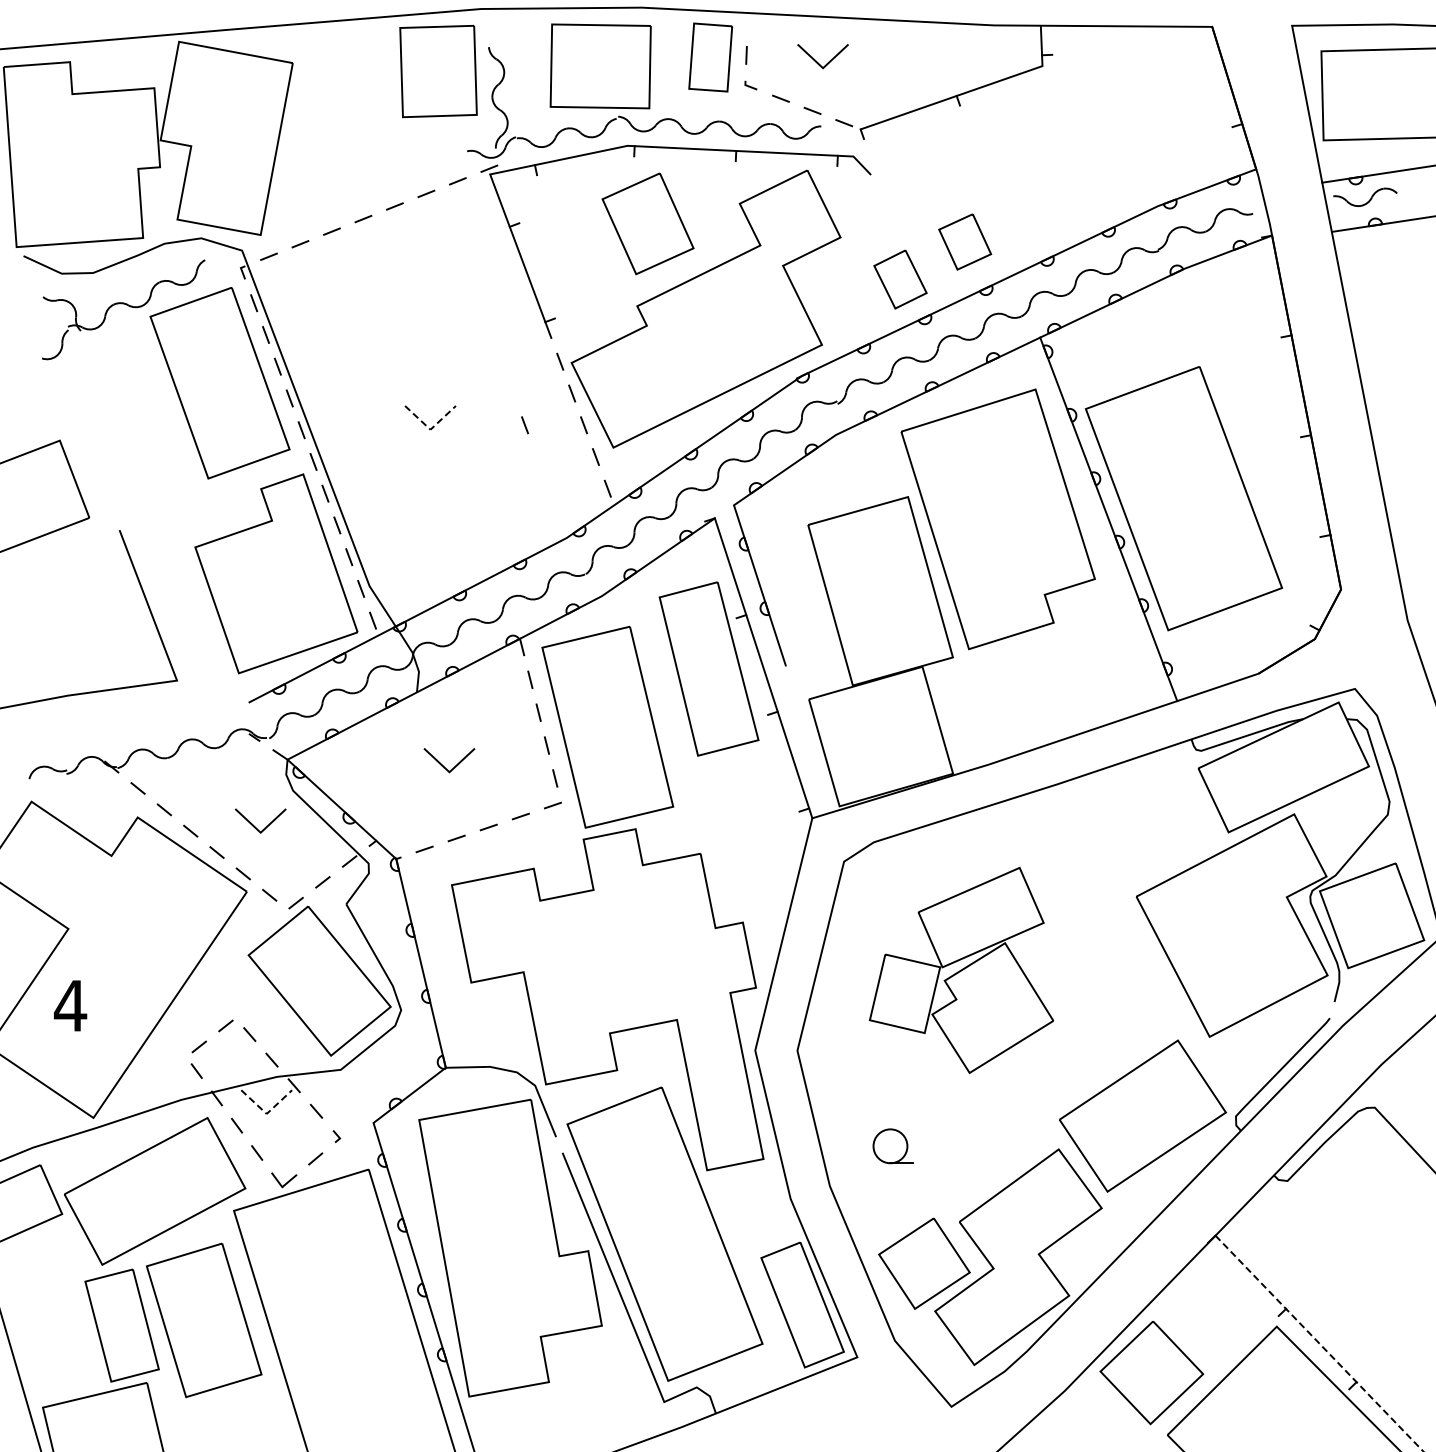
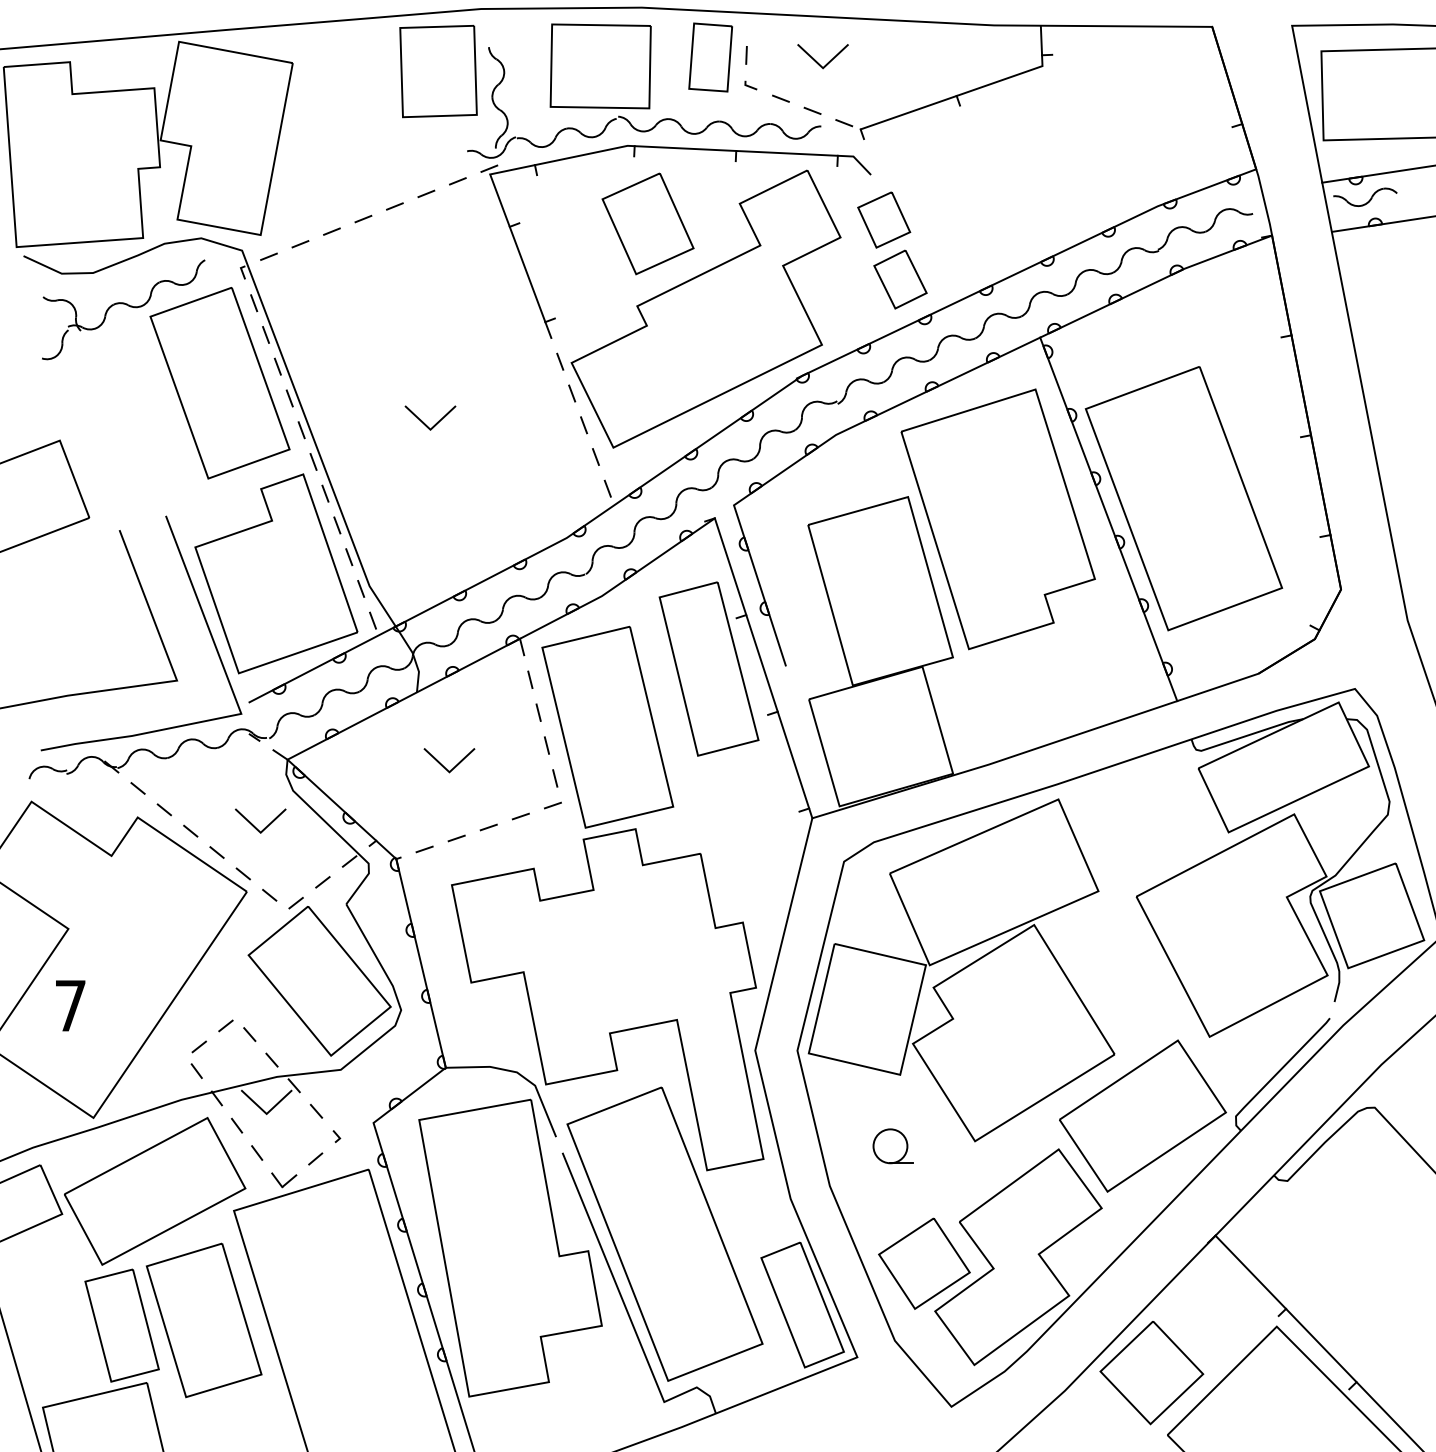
part at (965, 241) position: (965, 241) -> (884, 219)
line at (524, 425): present -> none
line at (430, 429): dashed -> solid
line at (199, 607): none -> present
part at (960, 970) size: 186x207 px -> 309x345 px
text at (70, 1005): 4 -> 7
line at (266, 1113): dashed -> solid
line at (1319, 1343): dashed -> solid
